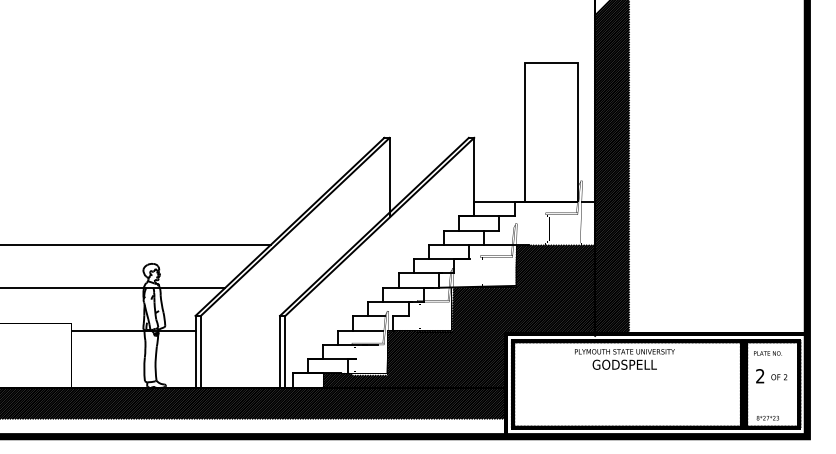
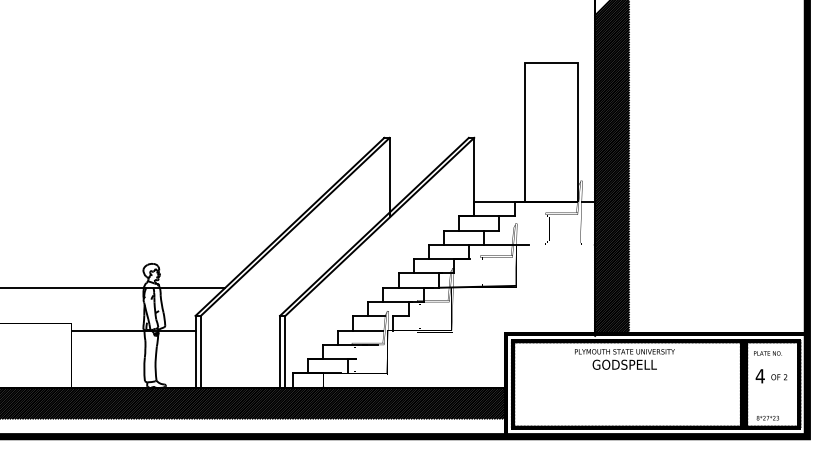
line at (136, 244): present -> none
hatch at (459, 315): present -> none
text at (759, 376): 2 -> 4
